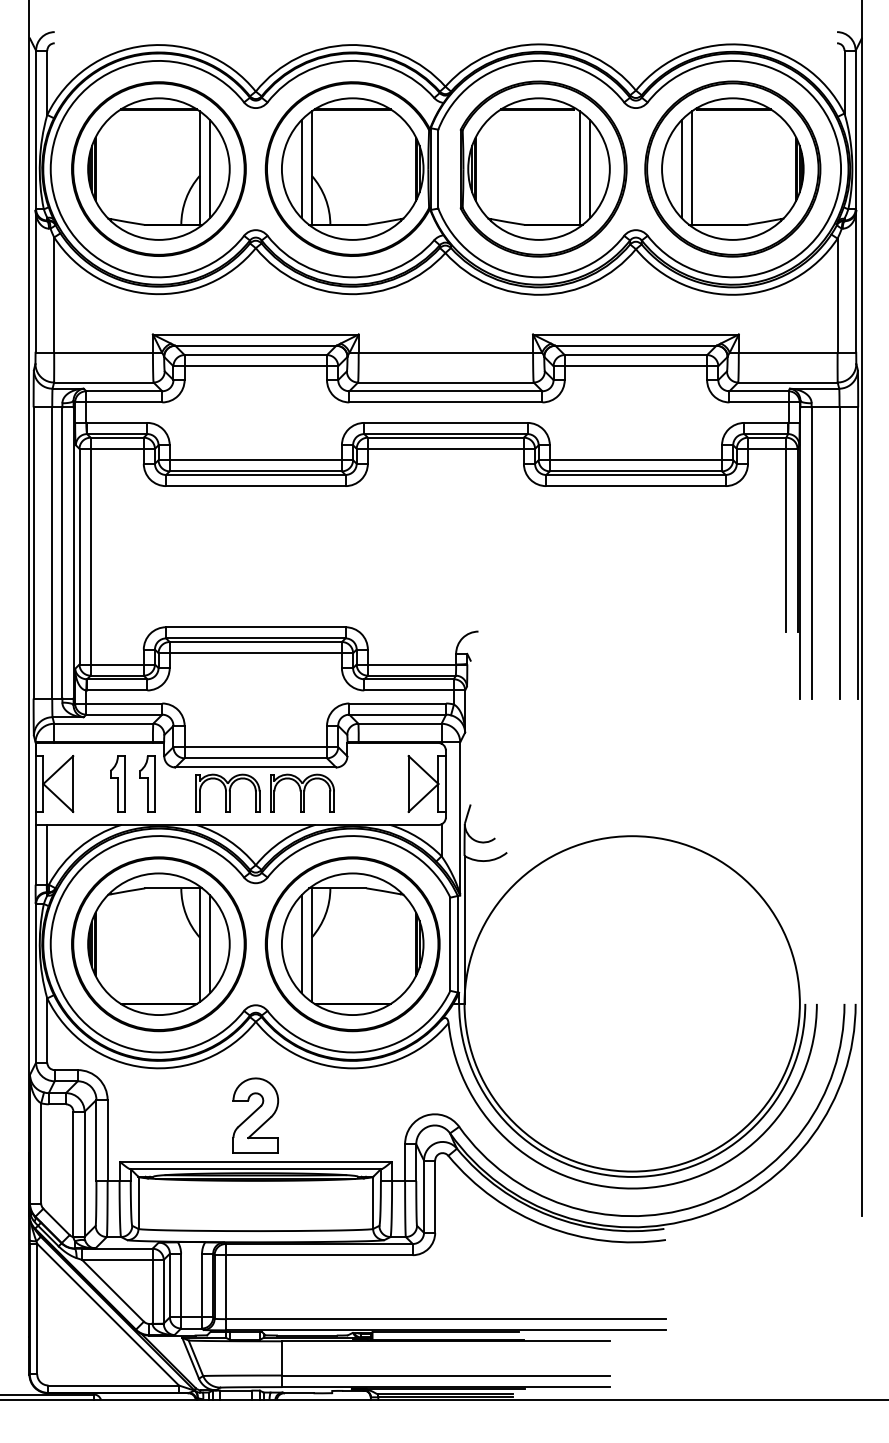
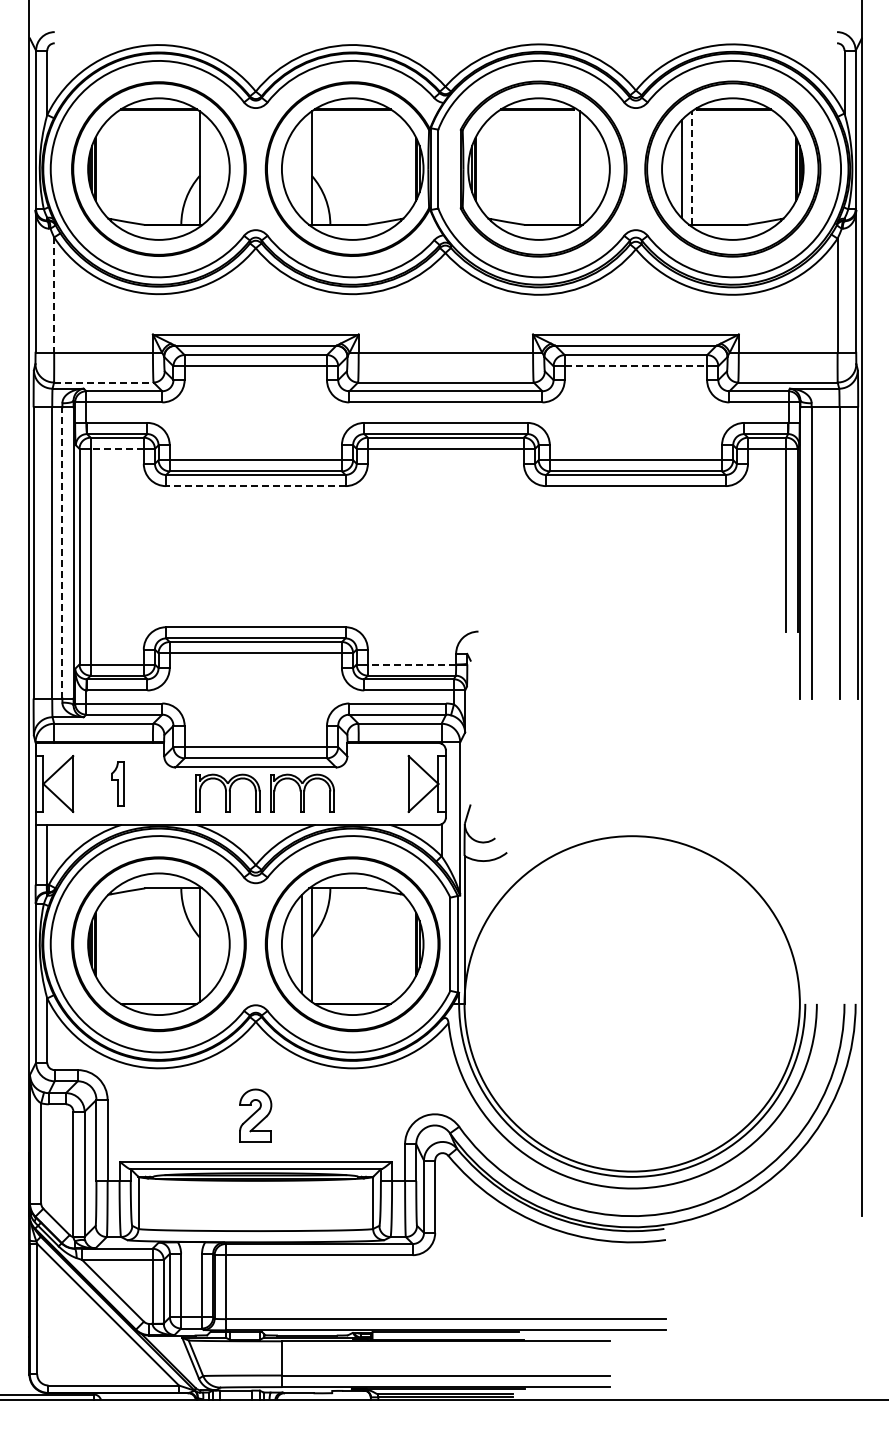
line at (691, 168): solid -> dashed
line at (210, 169): present -> none
line at (301, 169): present -> none
line at (590, 169): present -> none
line at (54, 295): solid -> dashed
line at (636, 366): solid -> dashed
line at (103, 382): solid -> dashed
line at (117, 448): solid -> dashed
line at (255, 486): solid -> dashed
line at (62, 552): solid -> dashed
line at (411, 664): solid -> dashed
part at (117, 783) size: 16x58 px -> 14x46 px
part at (147, 783): present -> none
line at (210, 944): present -> none
part at (255, 1115) size: 47x77 px -> 34x55 px
